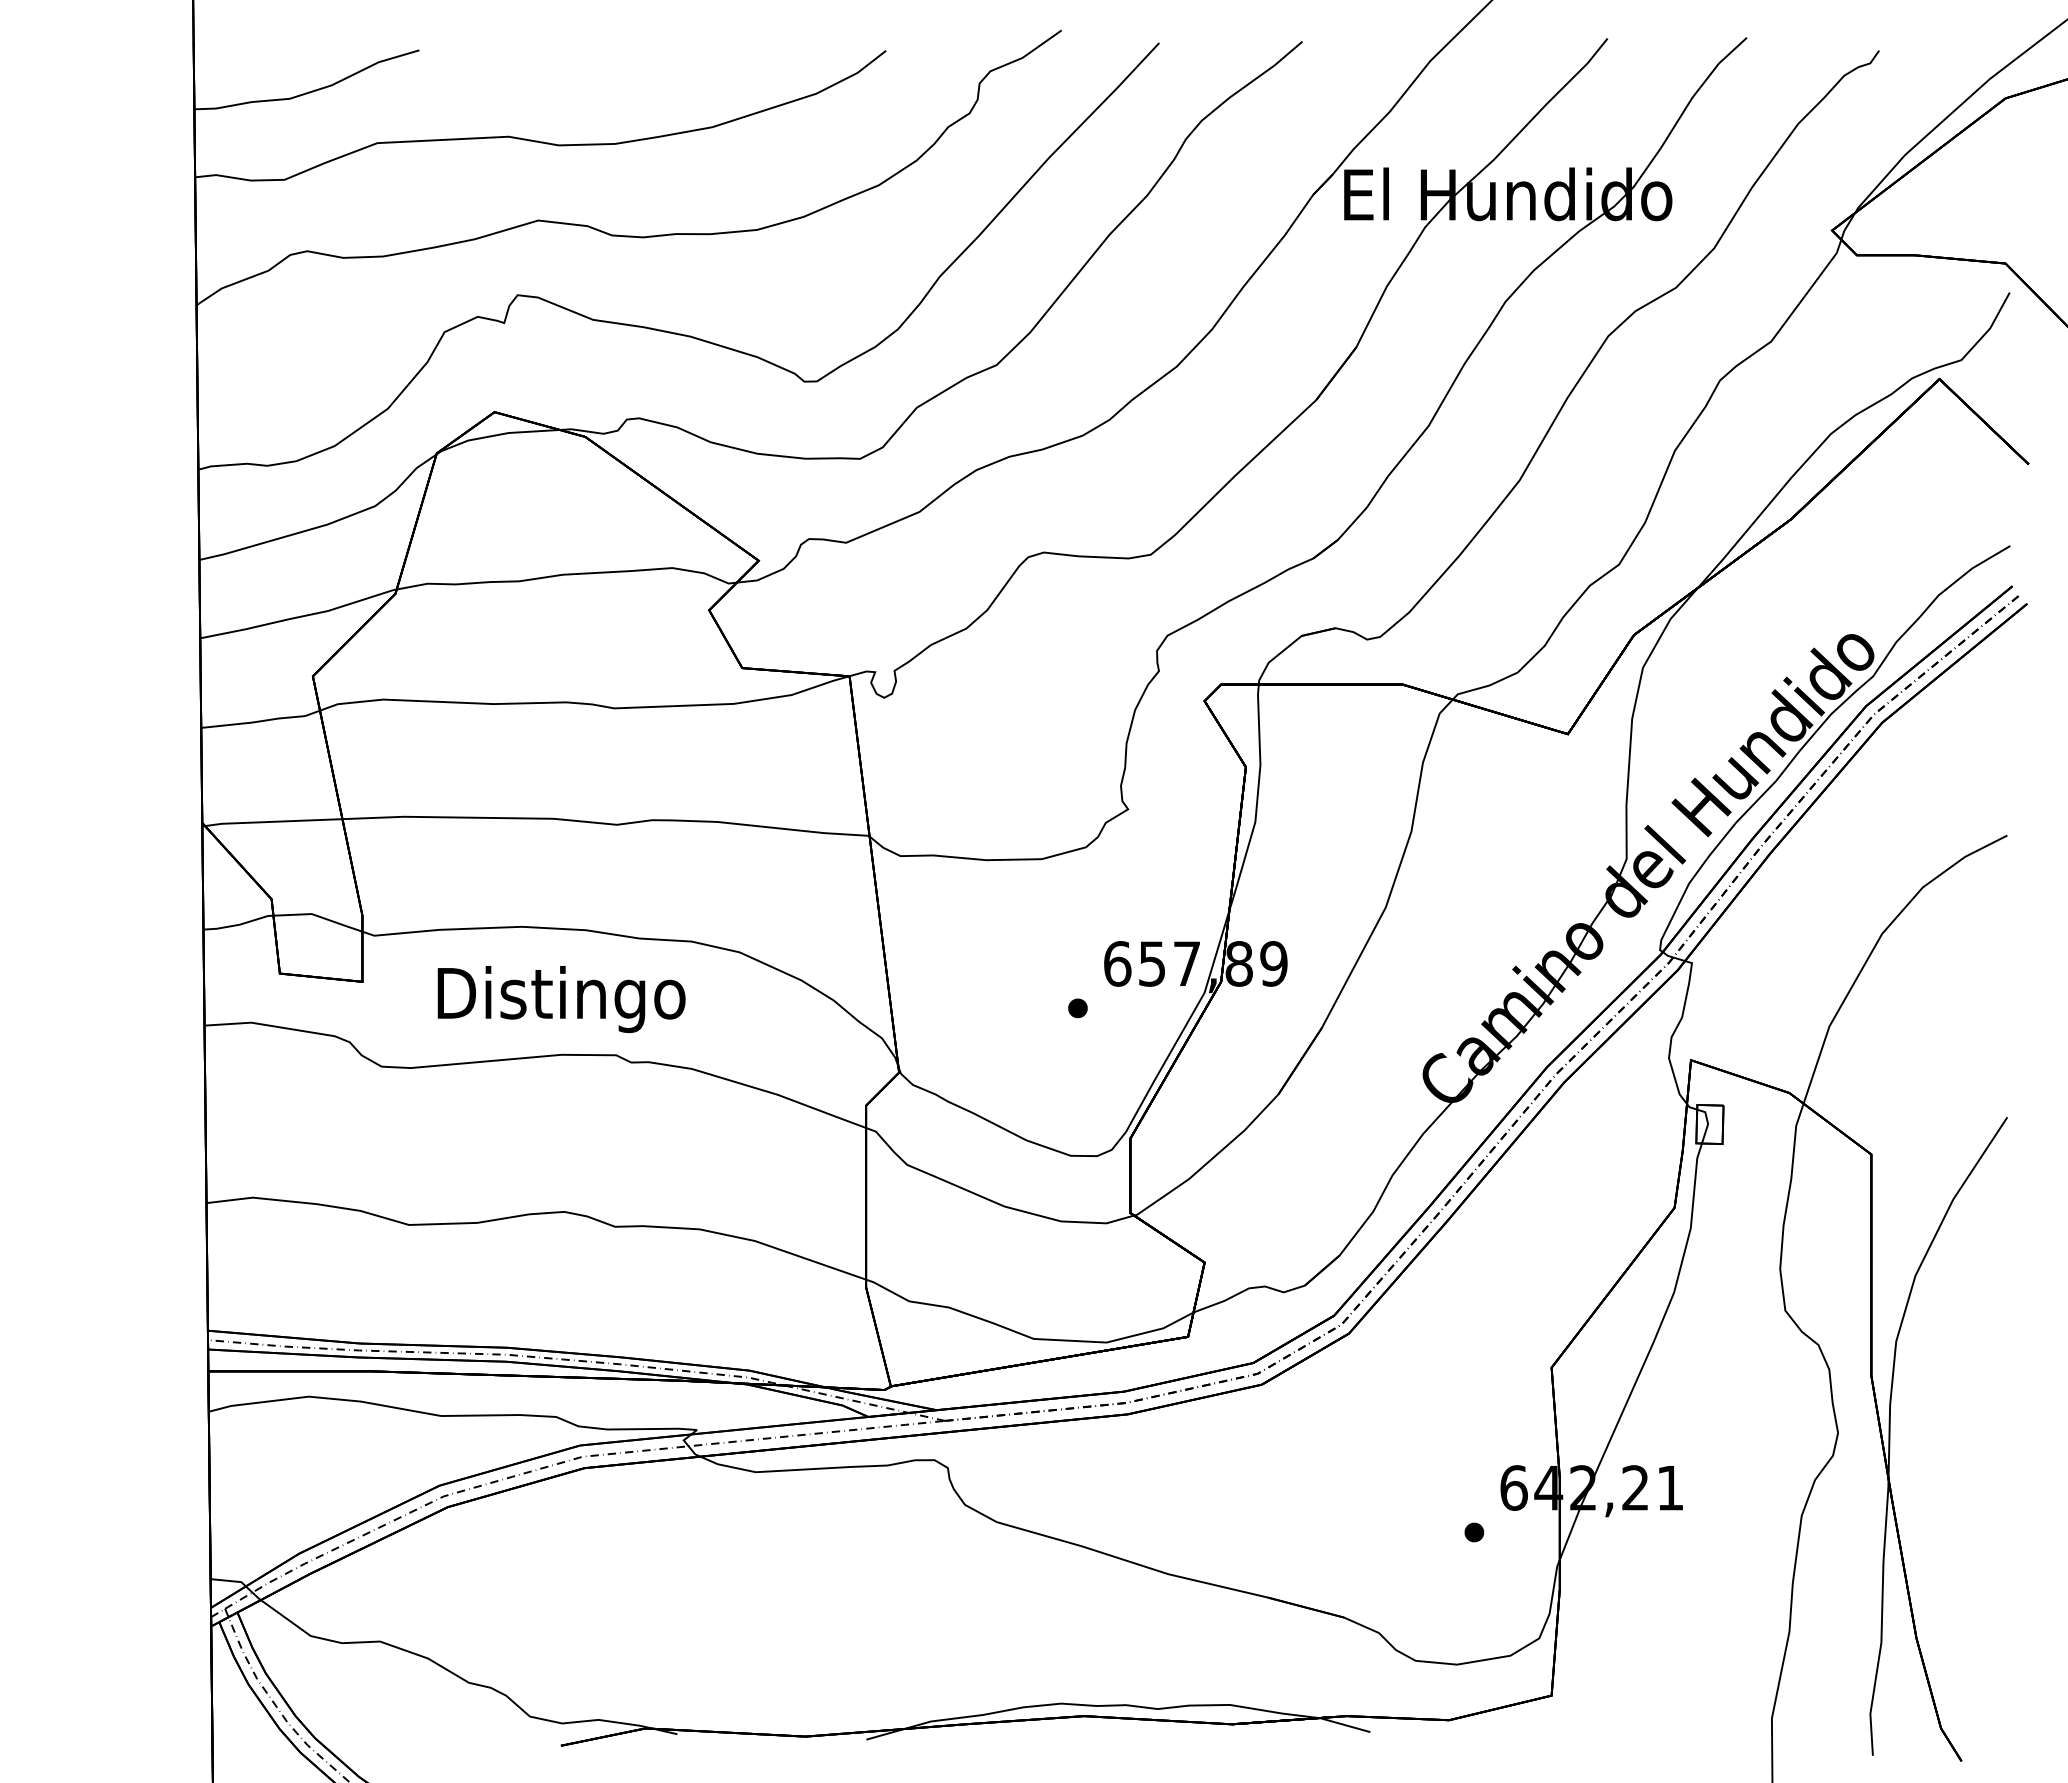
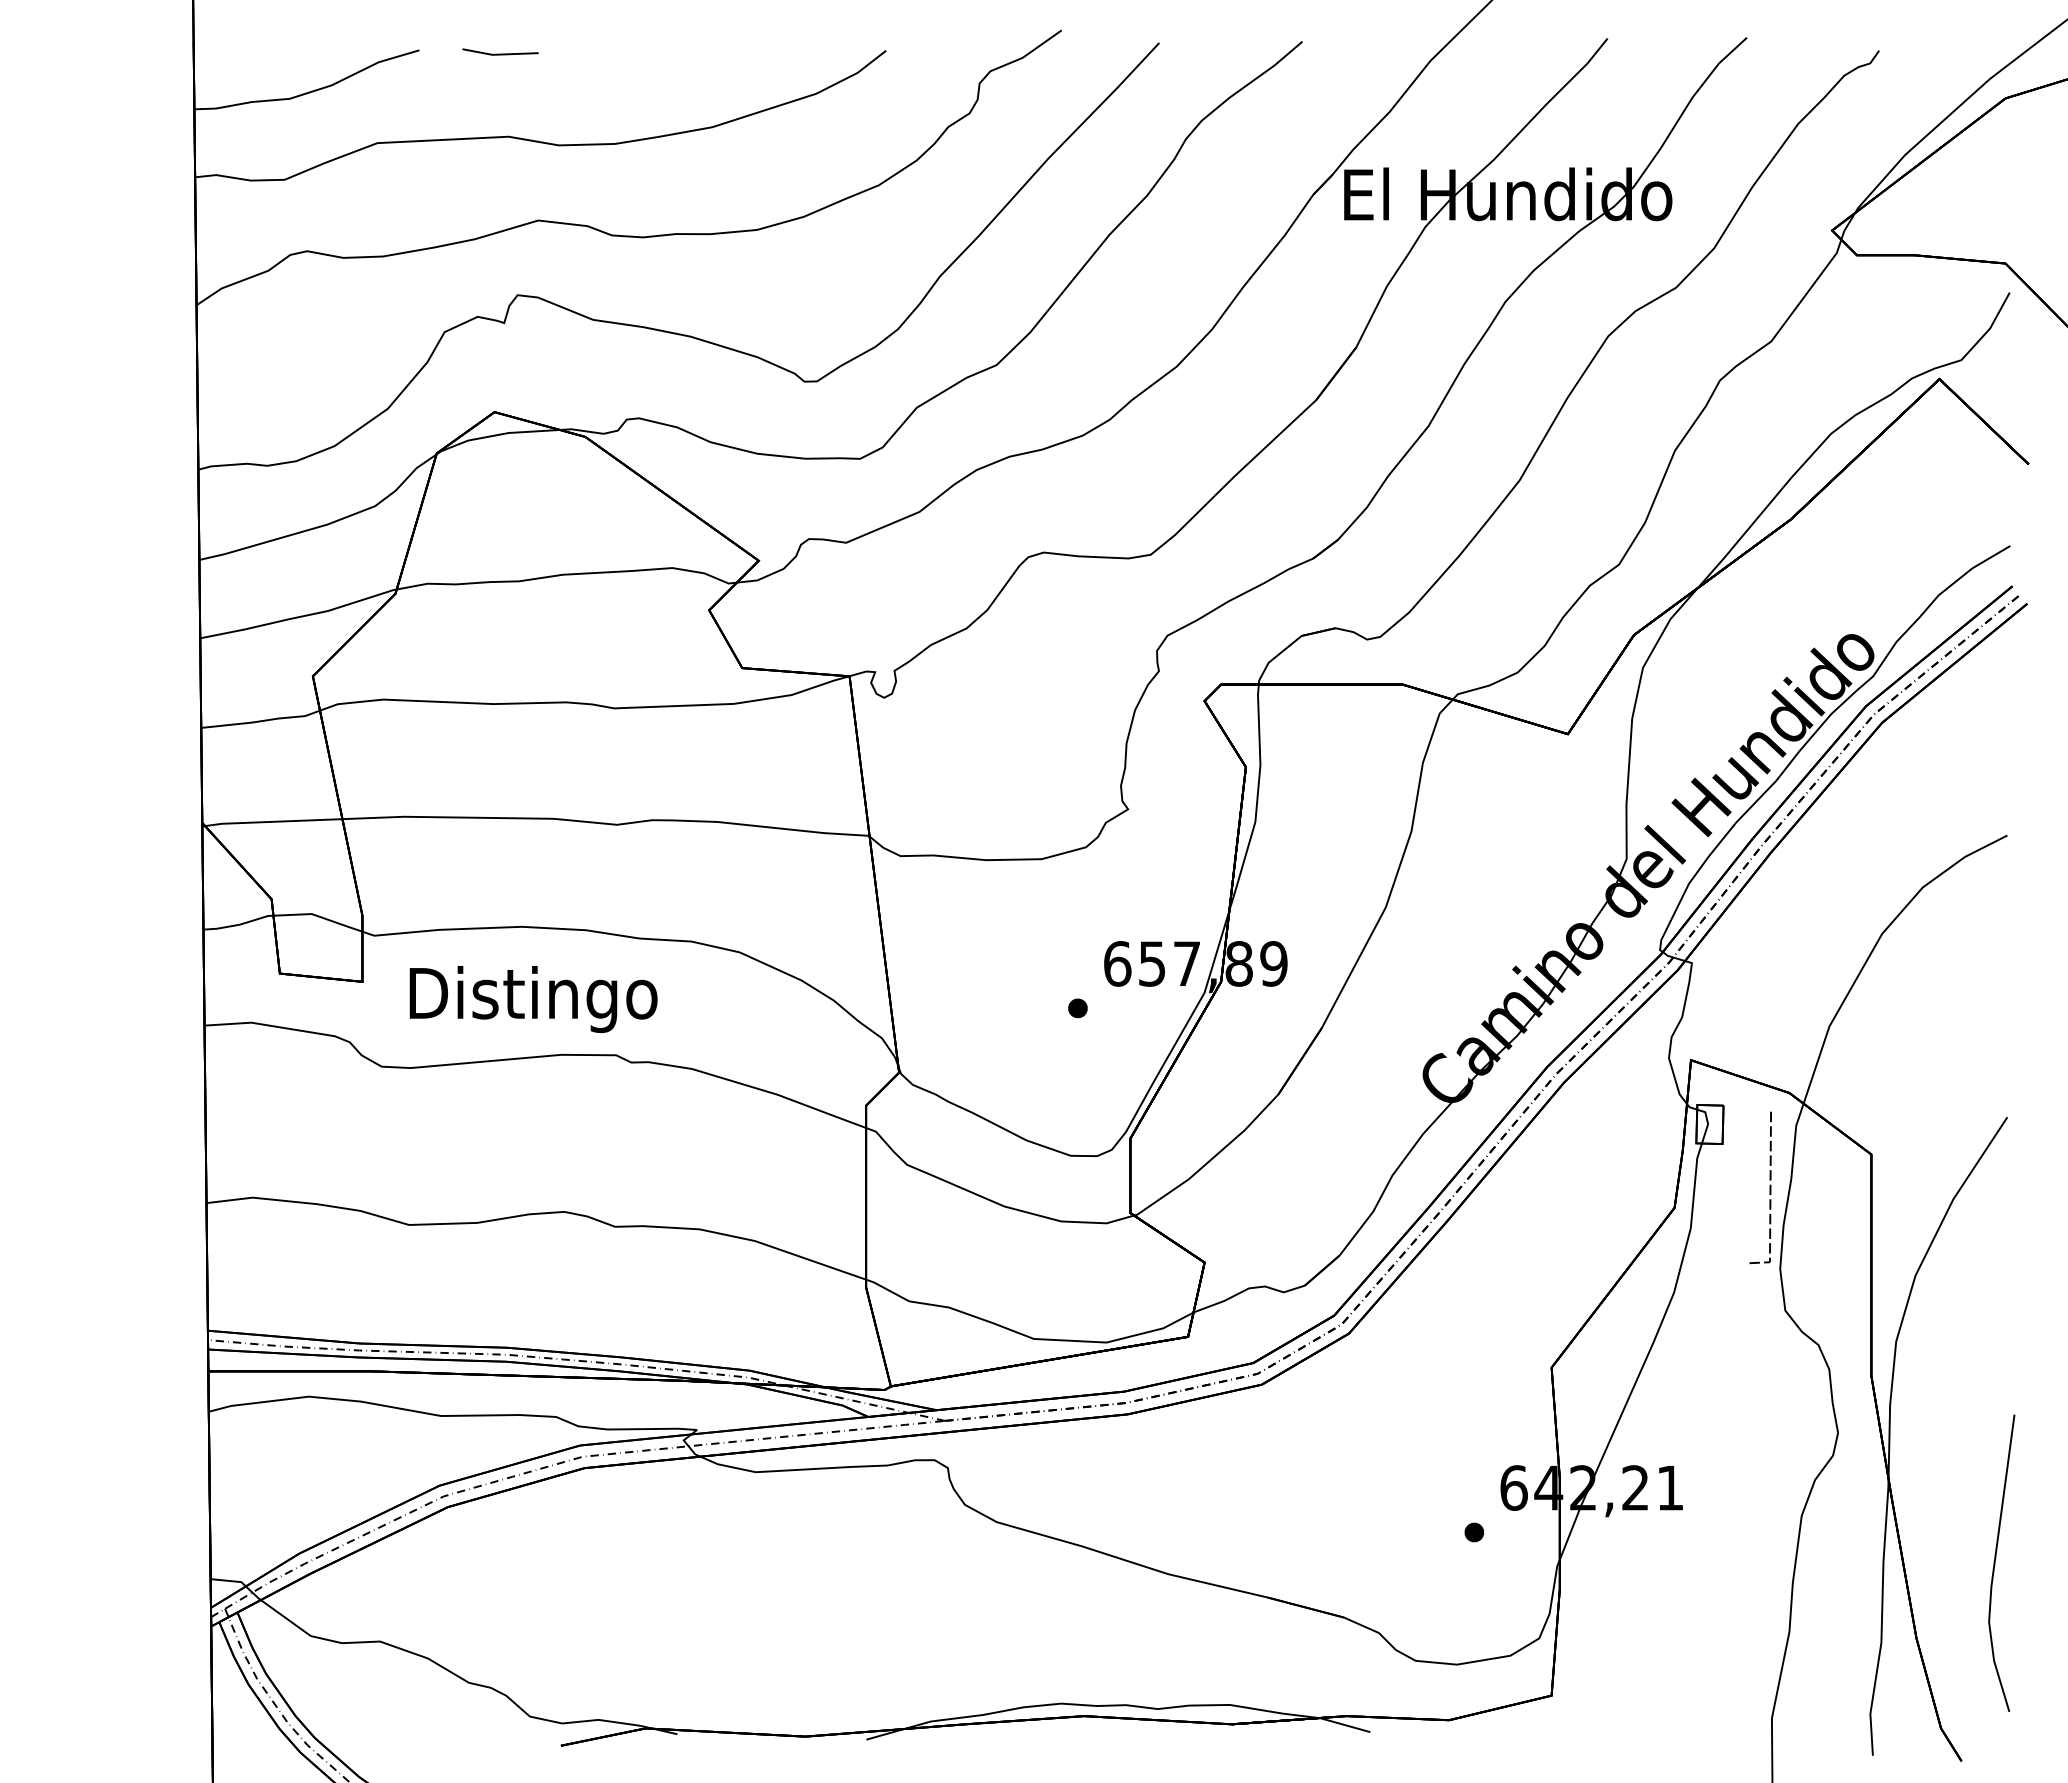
line at (500, 53): none -> present
text at (561, 999) position: (561, 999) -> (533, 999)
line at (1769, 1187): none -> present
line at (1995, 1562): none -> present
